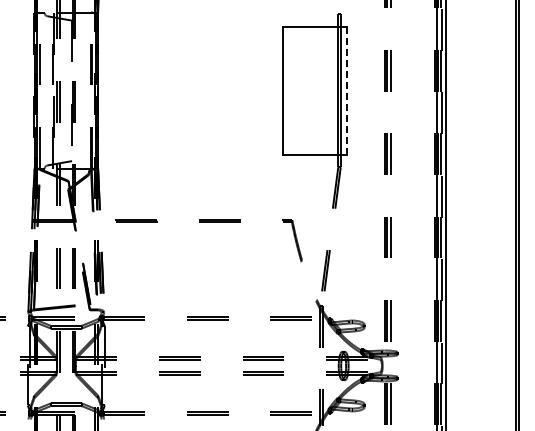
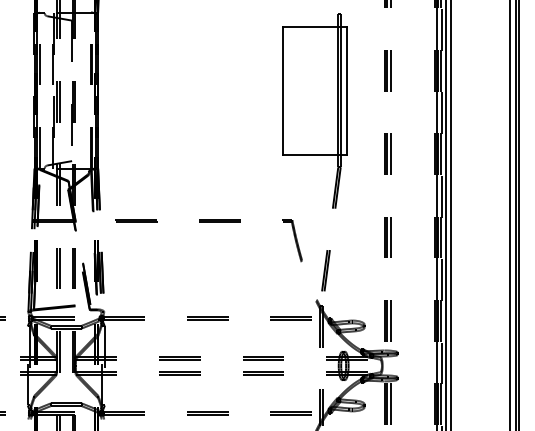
line at (346, 90): dashed -> solid
line at (451, 214): none -> present
line at (510, 214): none -> present
